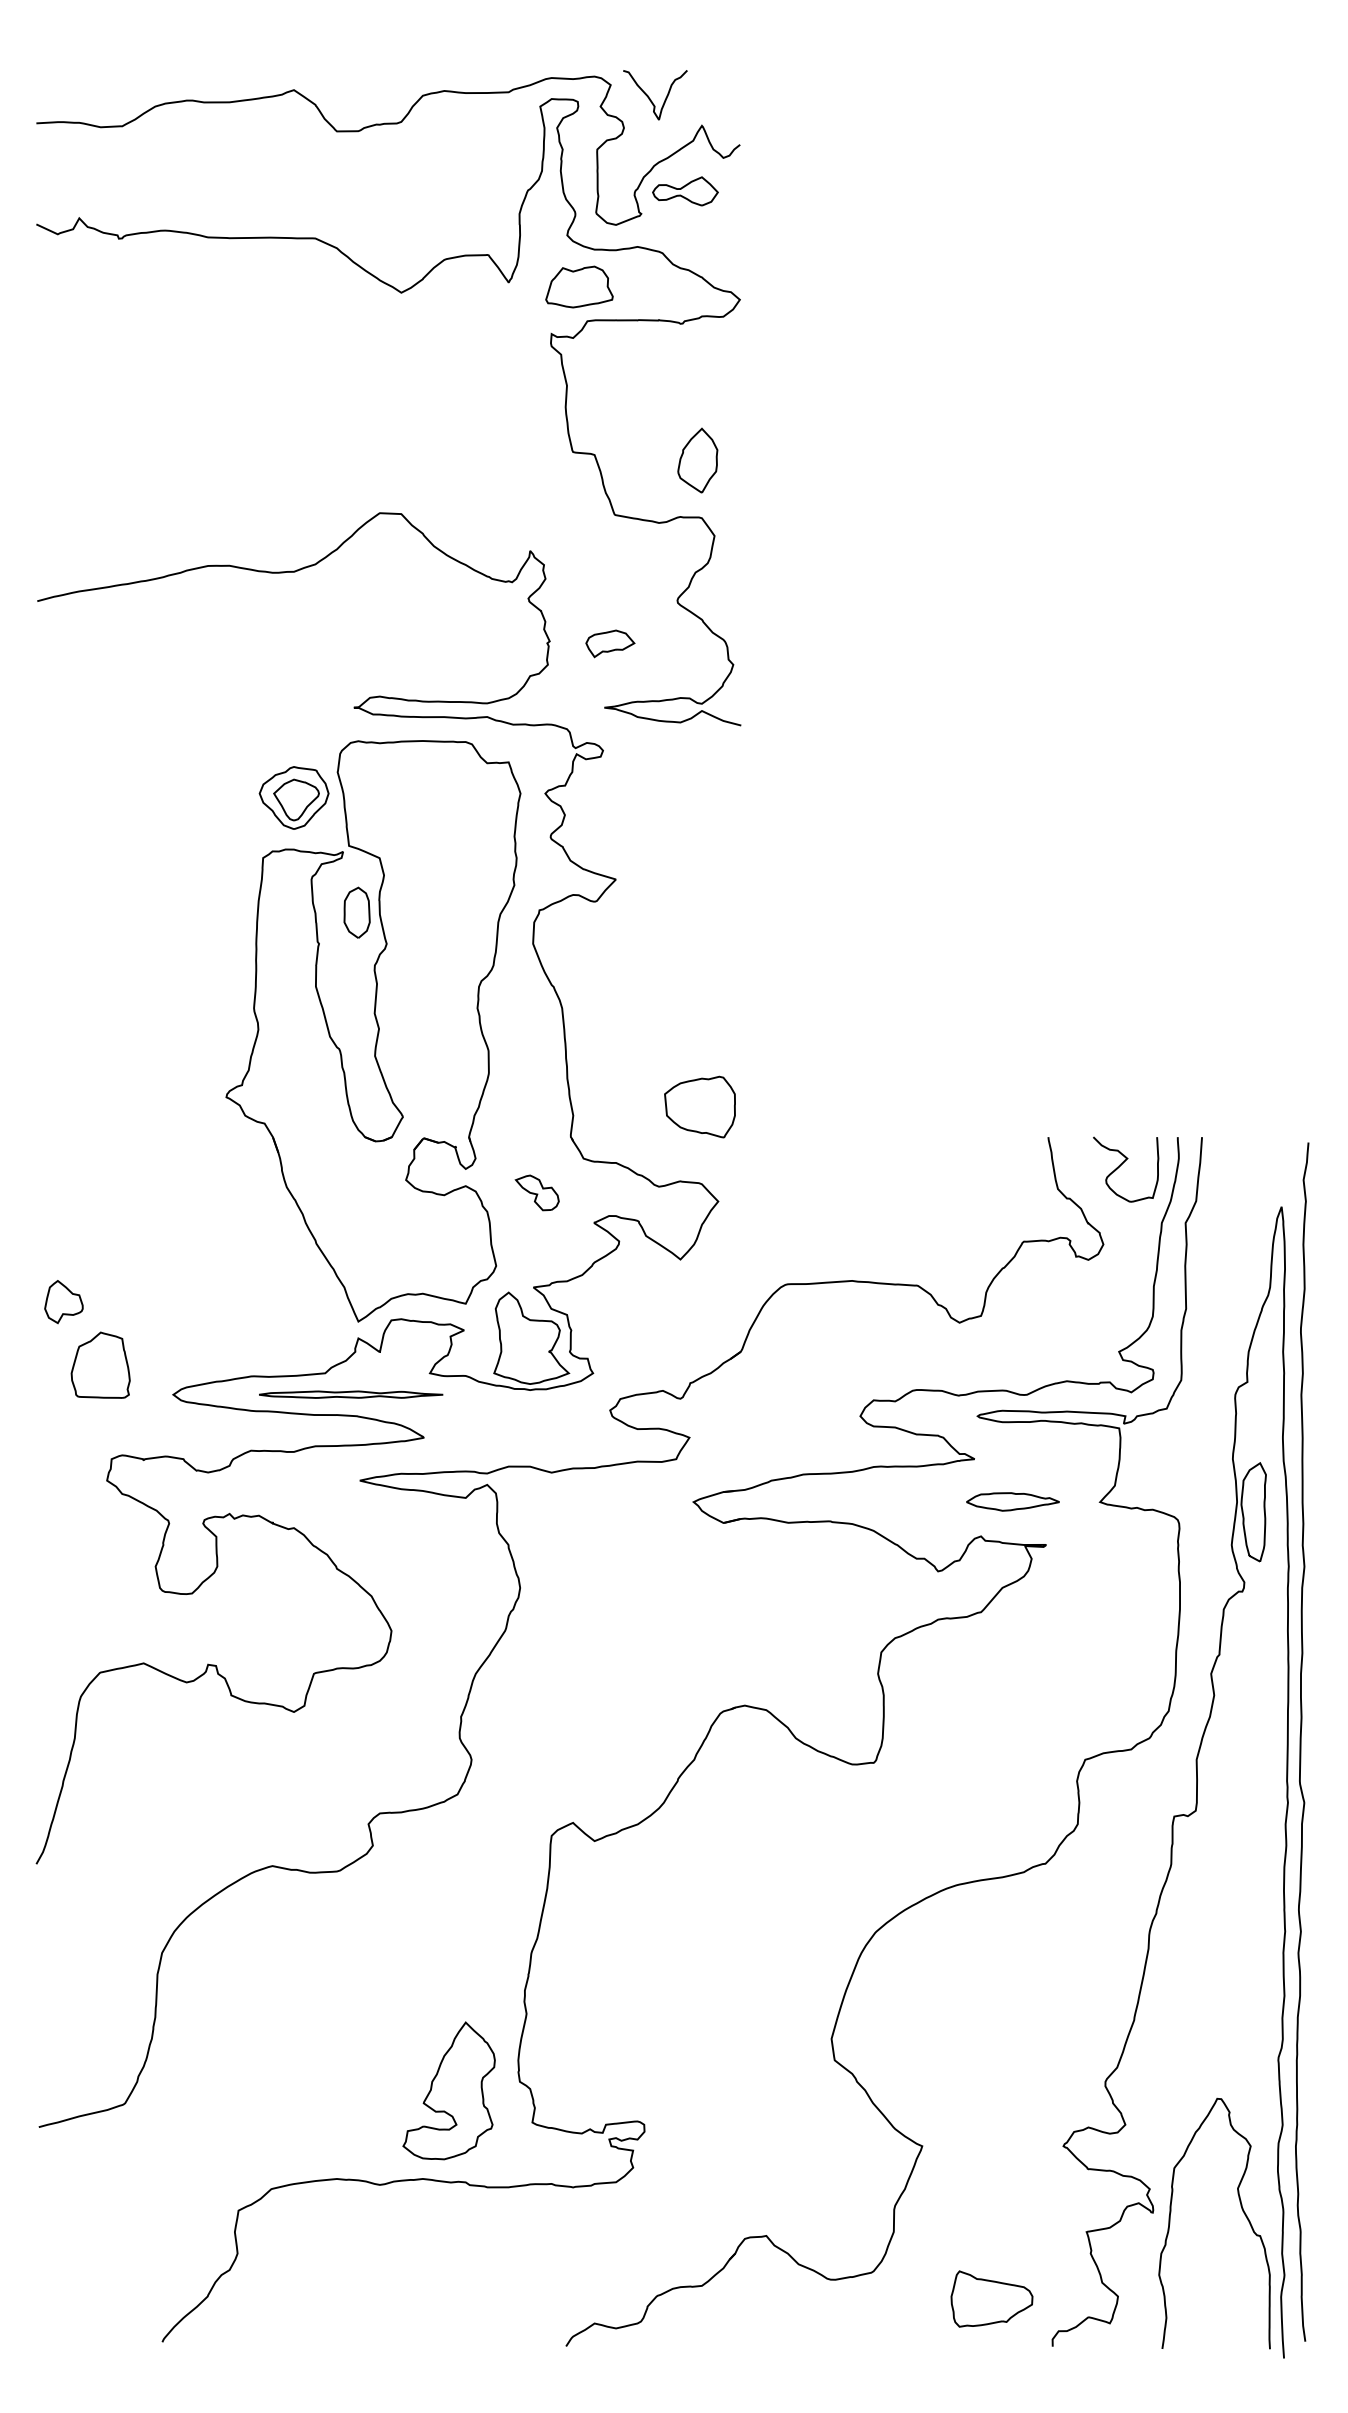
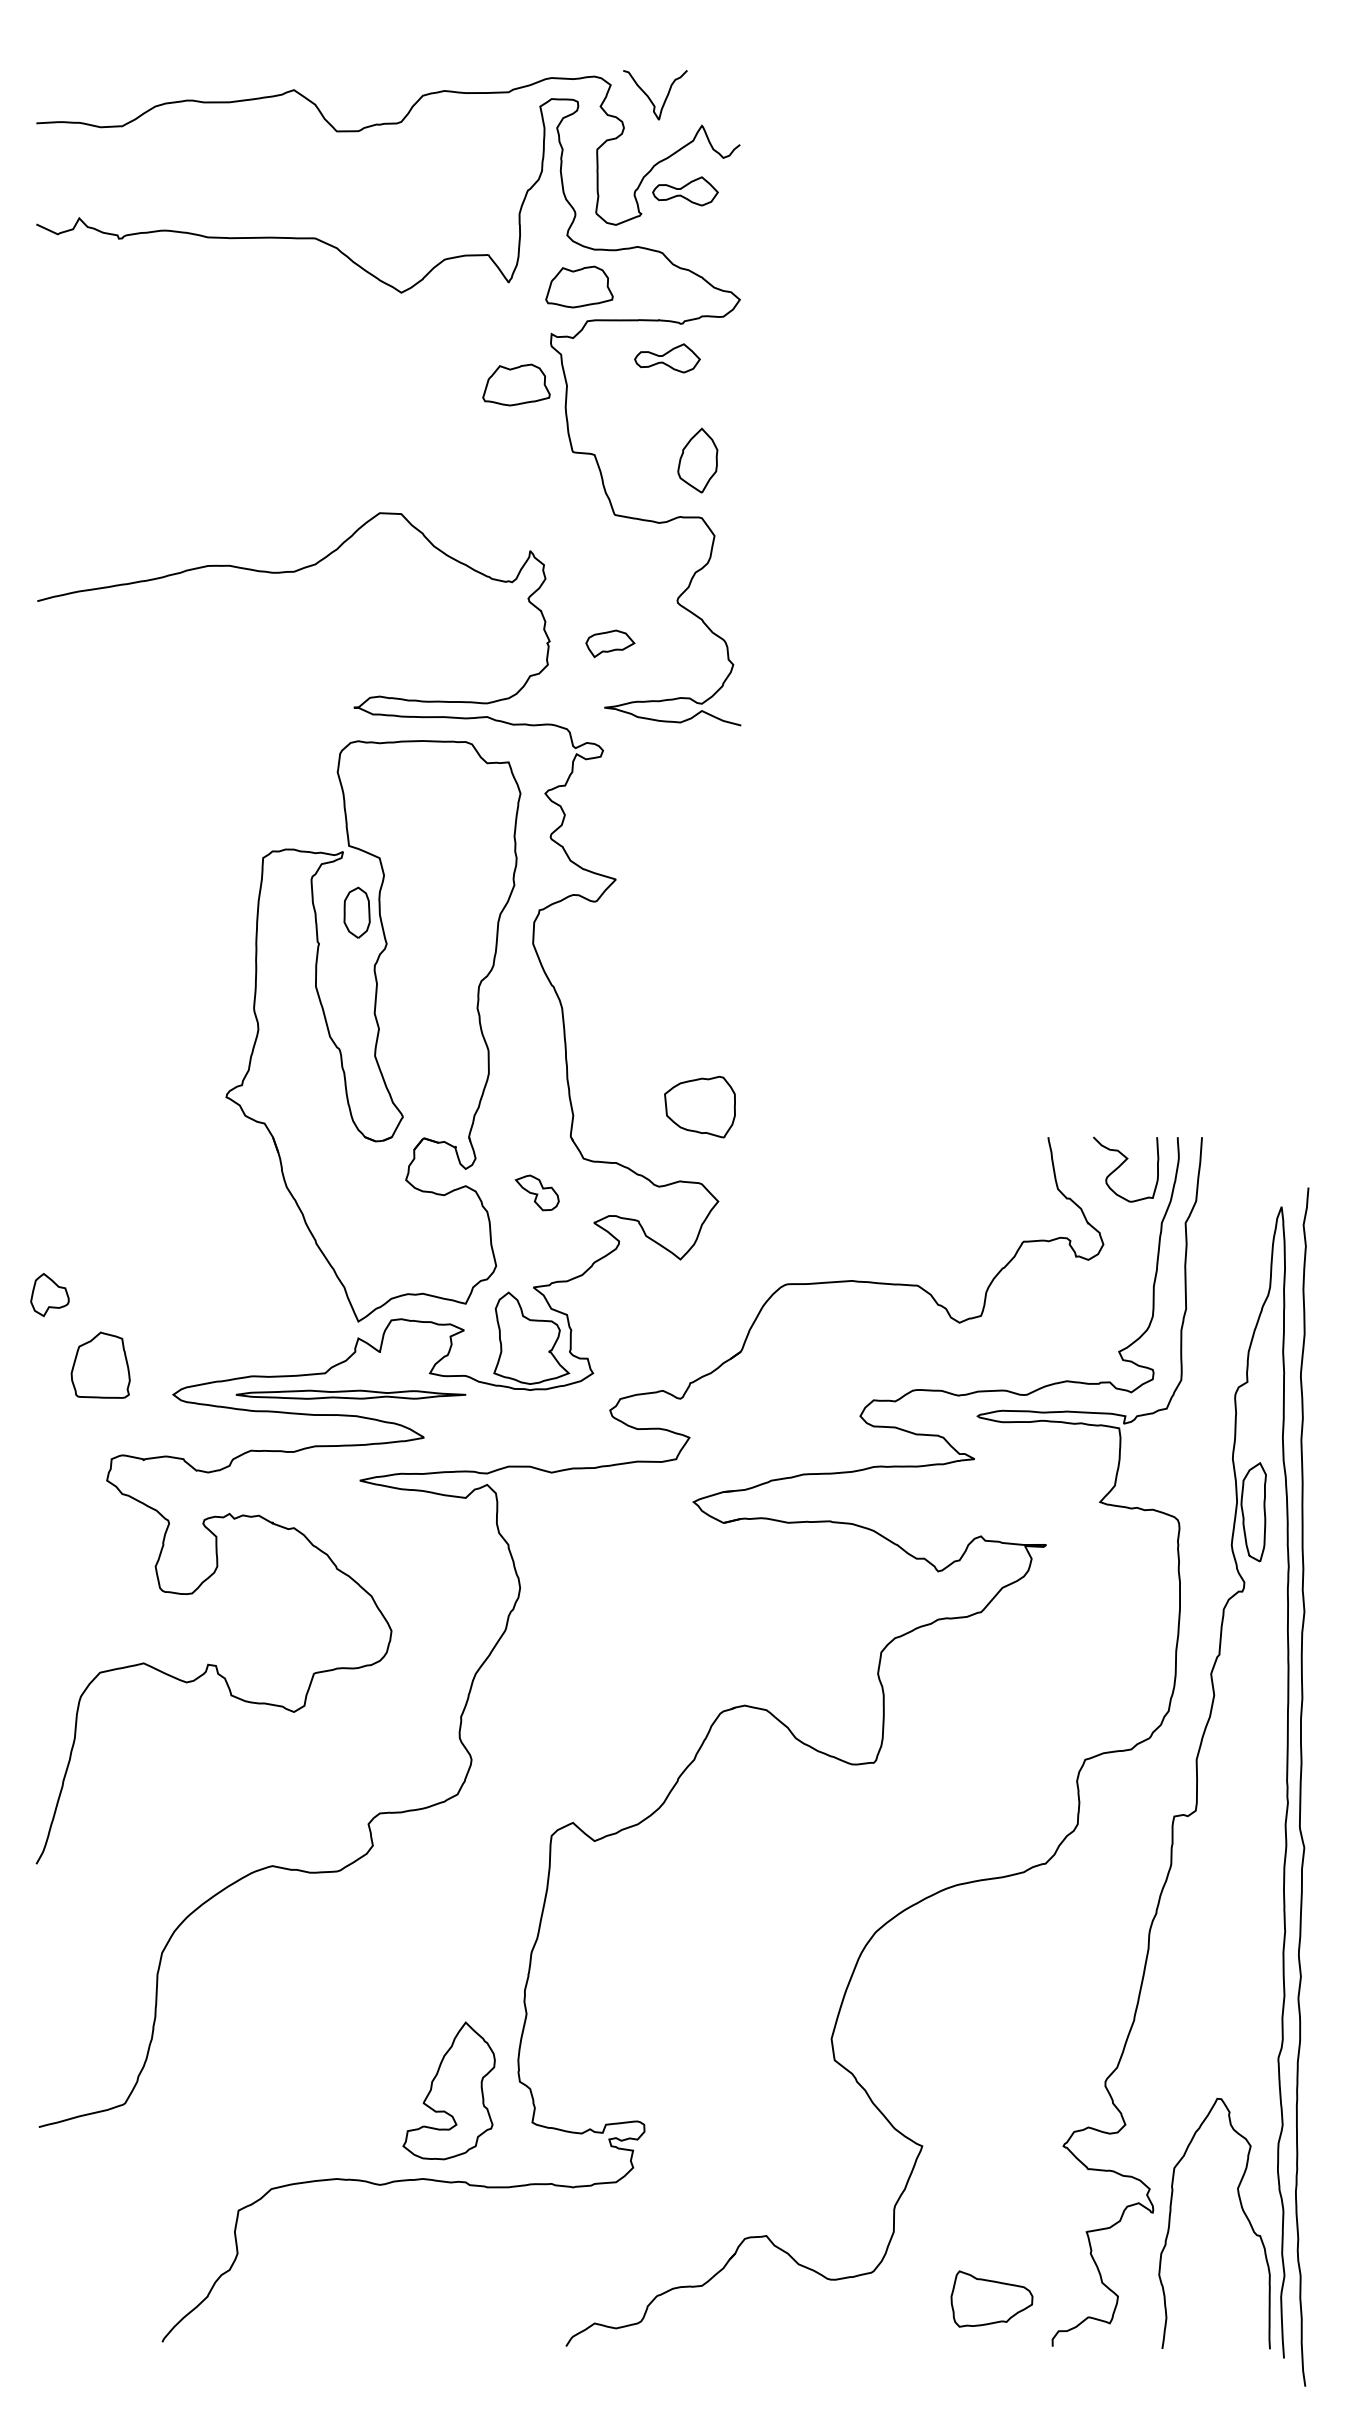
part at (667, 358): none -> present
part at (516, 384): none -> present
part at (293, 797): present -> none
part at (63, 1302) position: (63, 1302) -> (49, 1295)
part at (351, 1394) size: 185x9 px -> 232x11 px
part at (1012, 1501): present -> none
curve at (1301, 1741) position: (1301, 1741) -> (1301, 1786)
